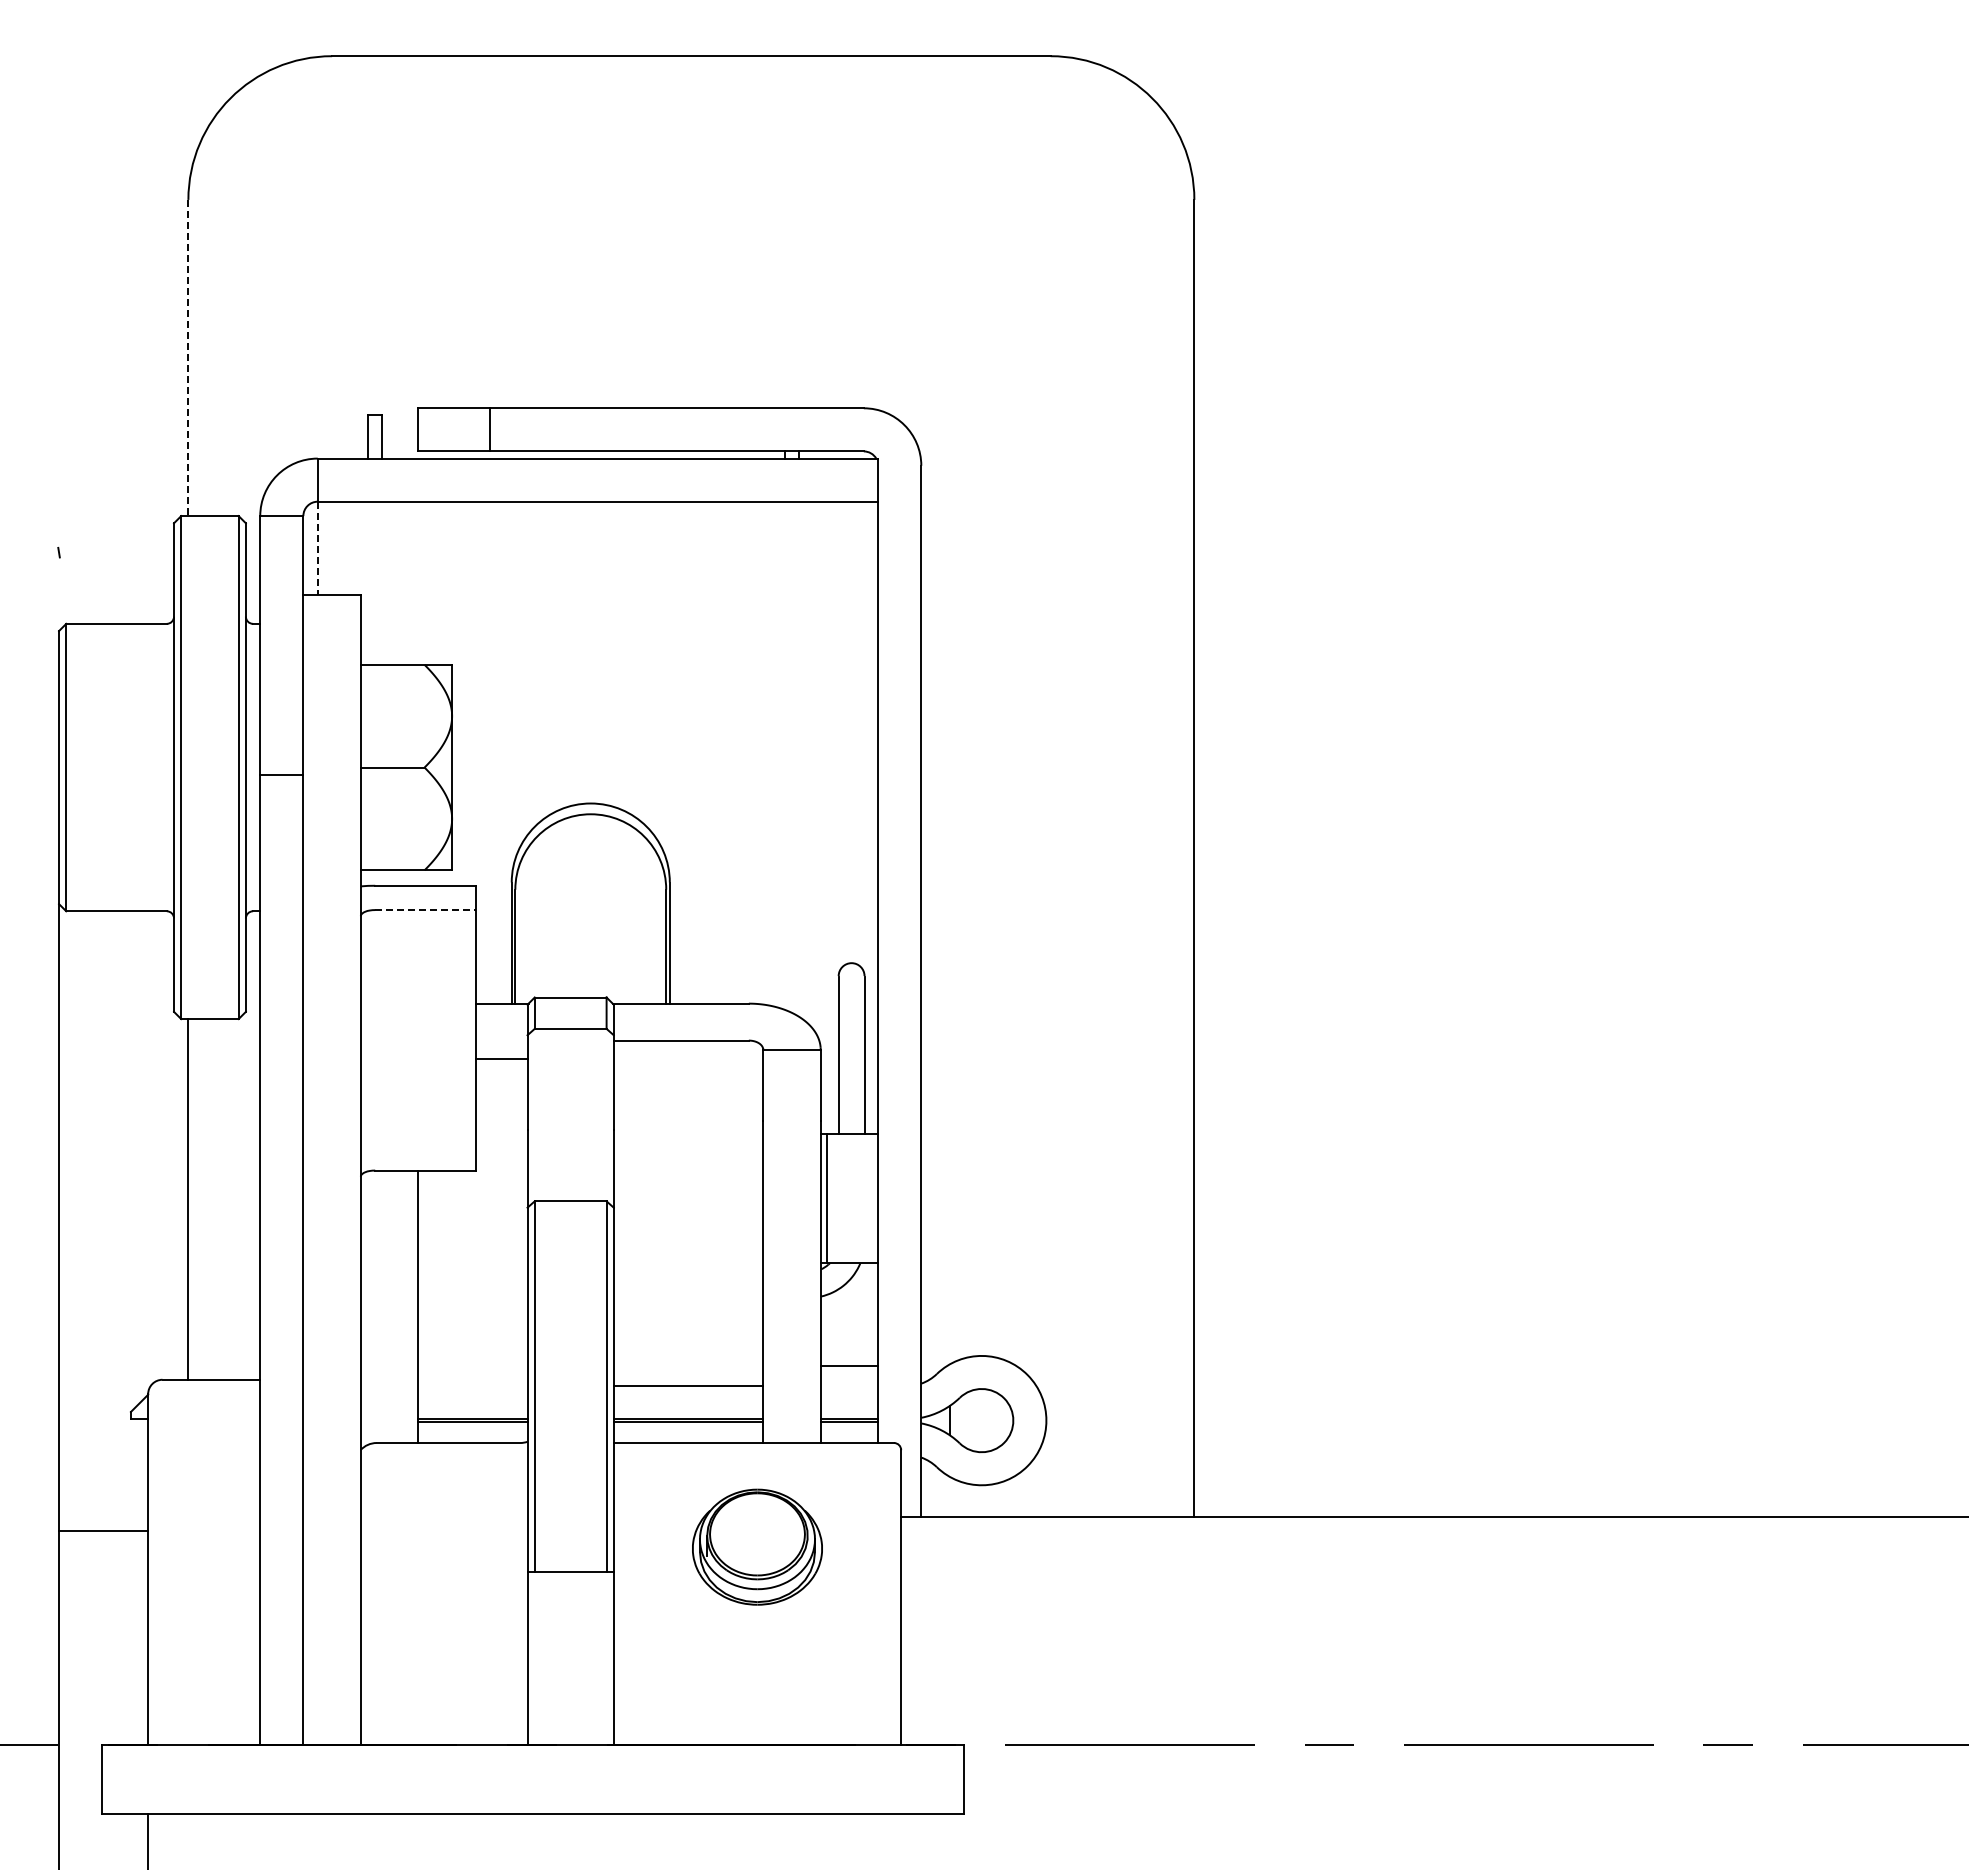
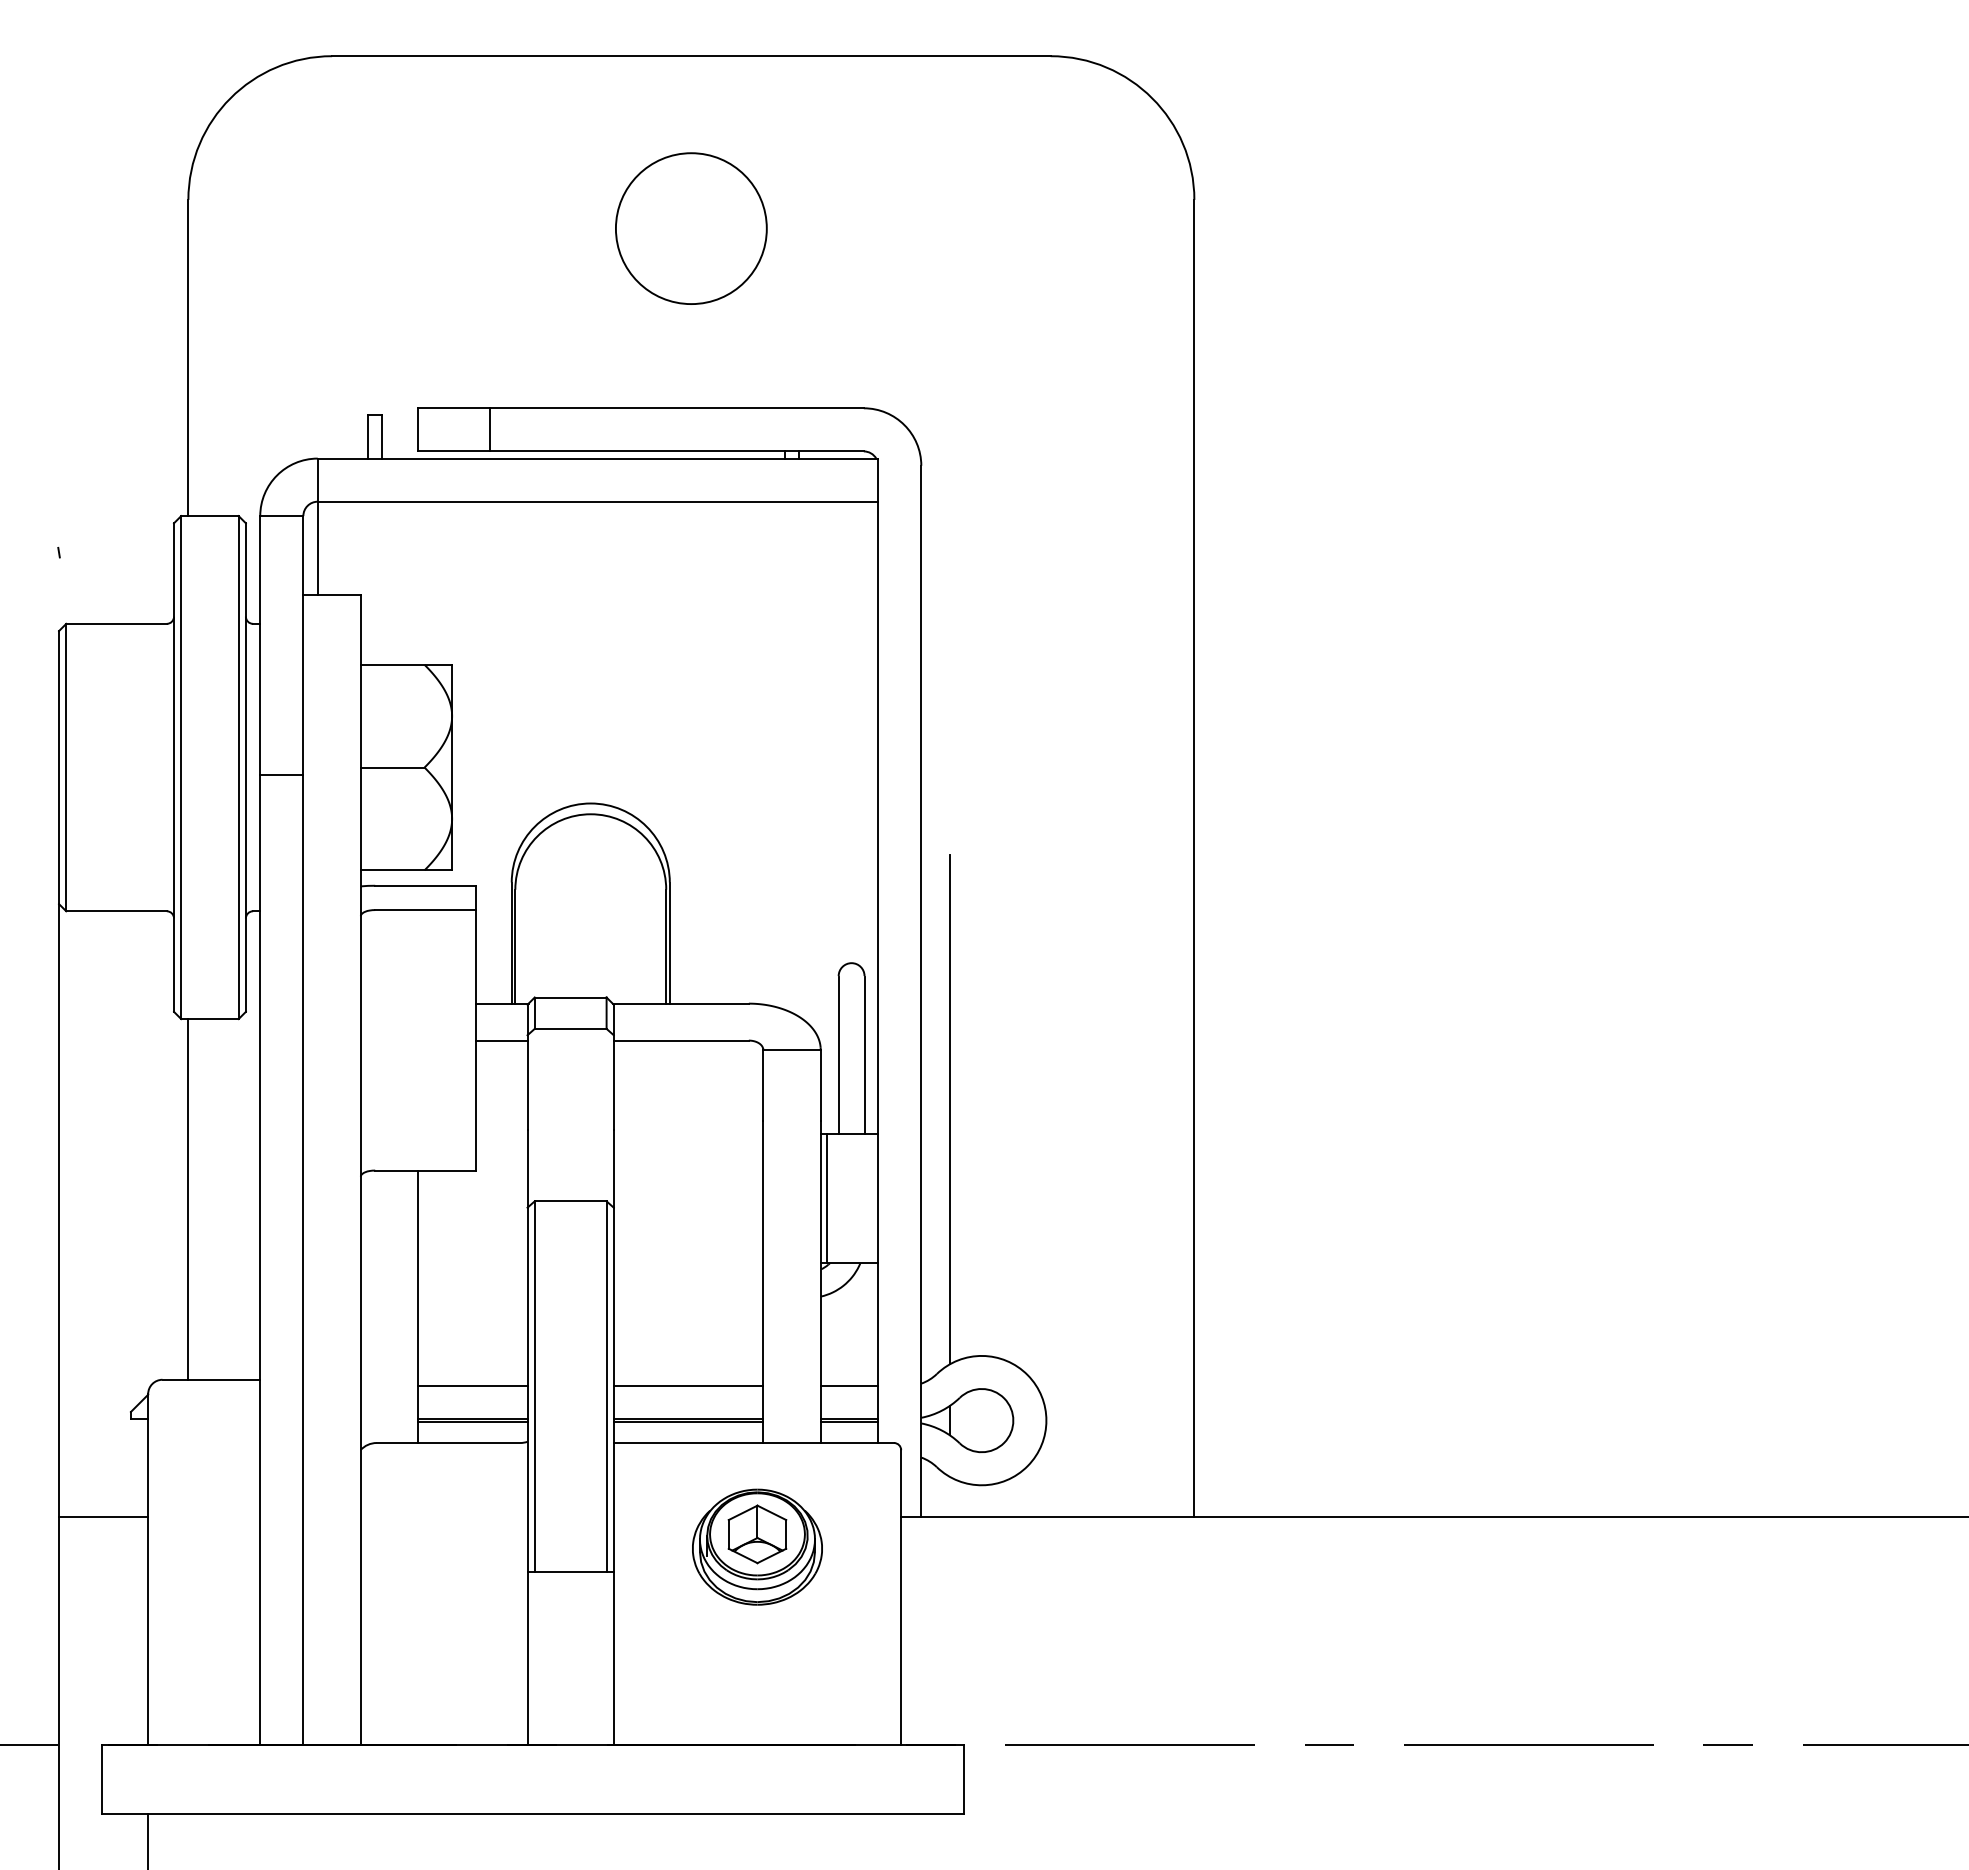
circle at (691, 228): none -> present
line at (188, 358): dashed -> solid
line at (317, 548): dashed -> solid
line at (426, 910): dashed -> solid
line at (501, 1058) position: (501, 1058) -> (501, 1040)
line at (950, 1109): none -> present
line at (849, 1366) position: (849, 1366) -> (849, 1386)
line at (472, 1386): none -> present
line at (103, 1530) position: (103, 1530) -> (103, 1516)
part at (757, 1534): none -> present
